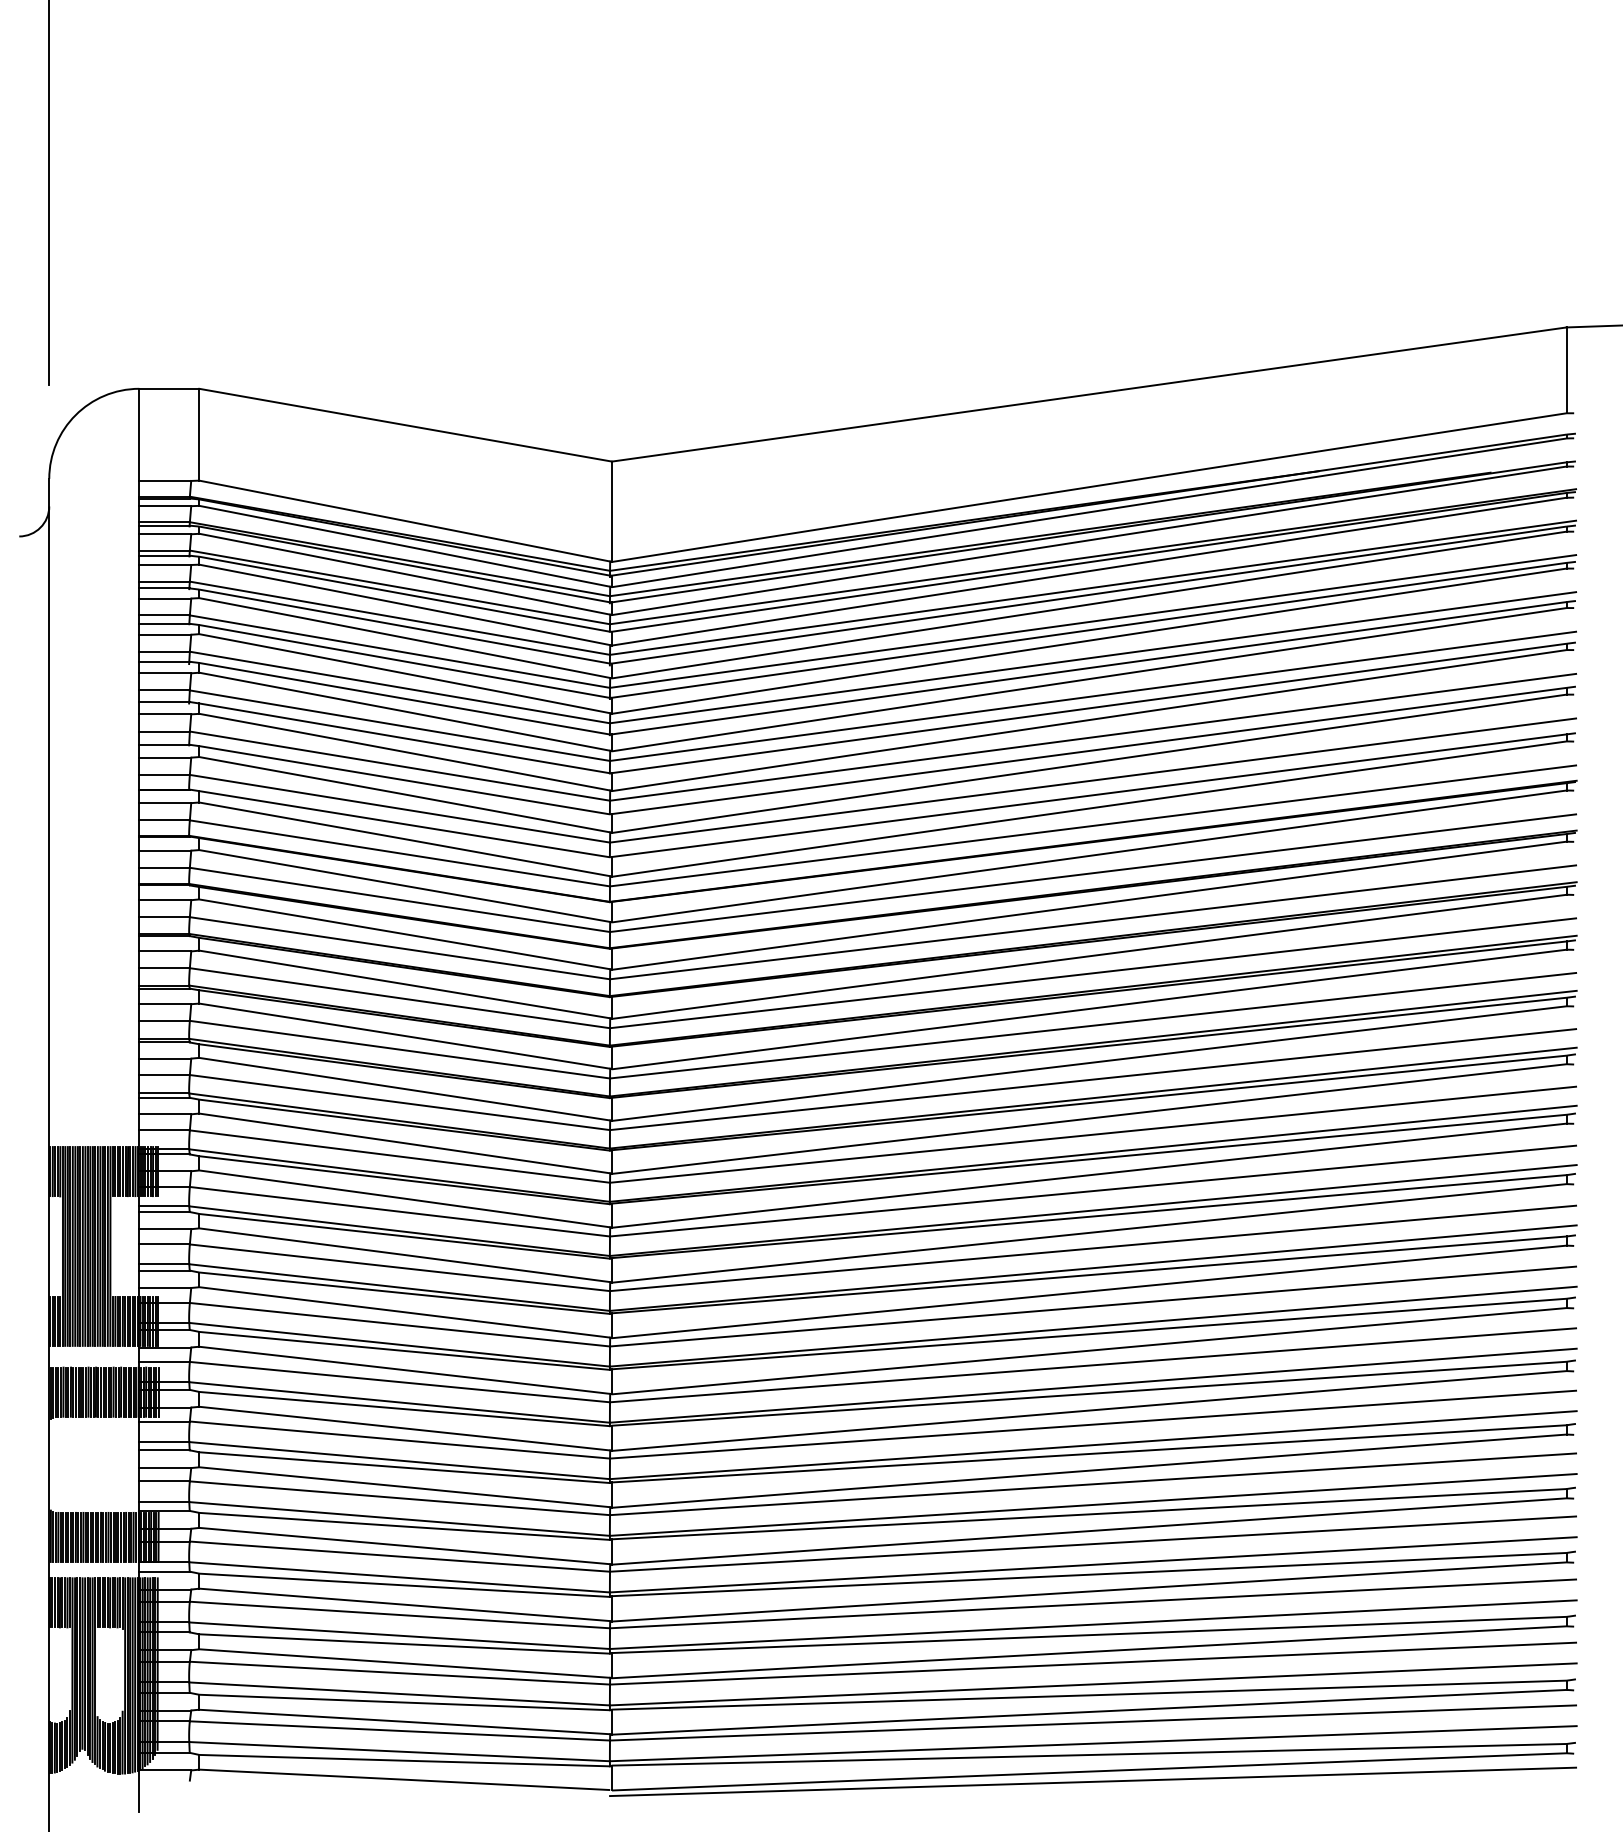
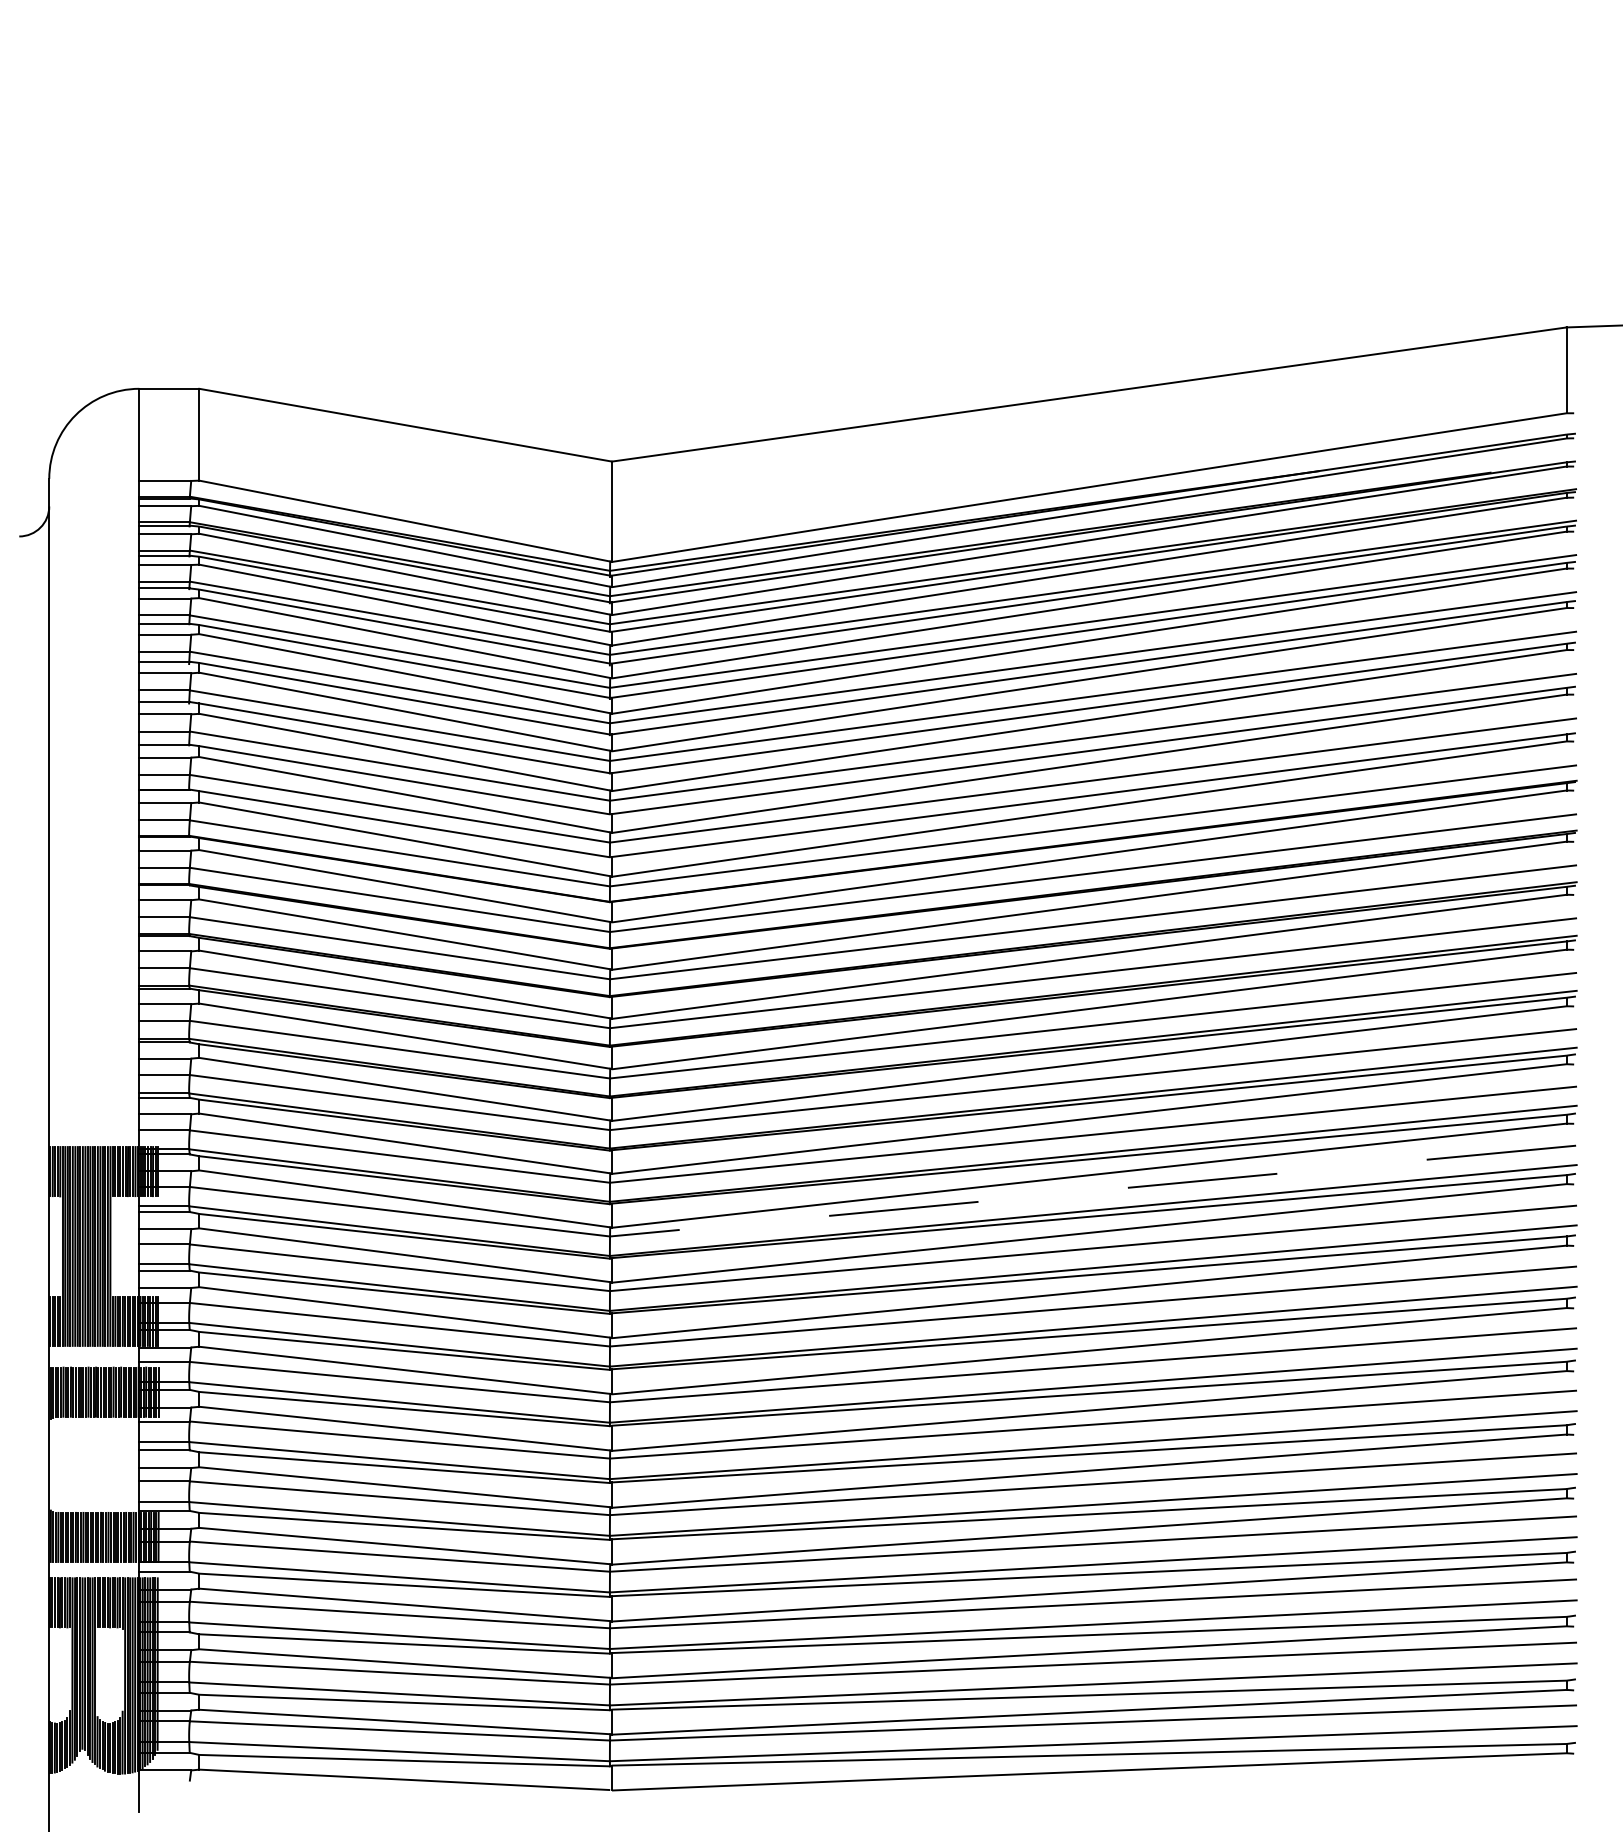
line at (49, 193): present -> none
line at (1092, 1191): solid -> dashed
line at (1093, 1781): present -> none
